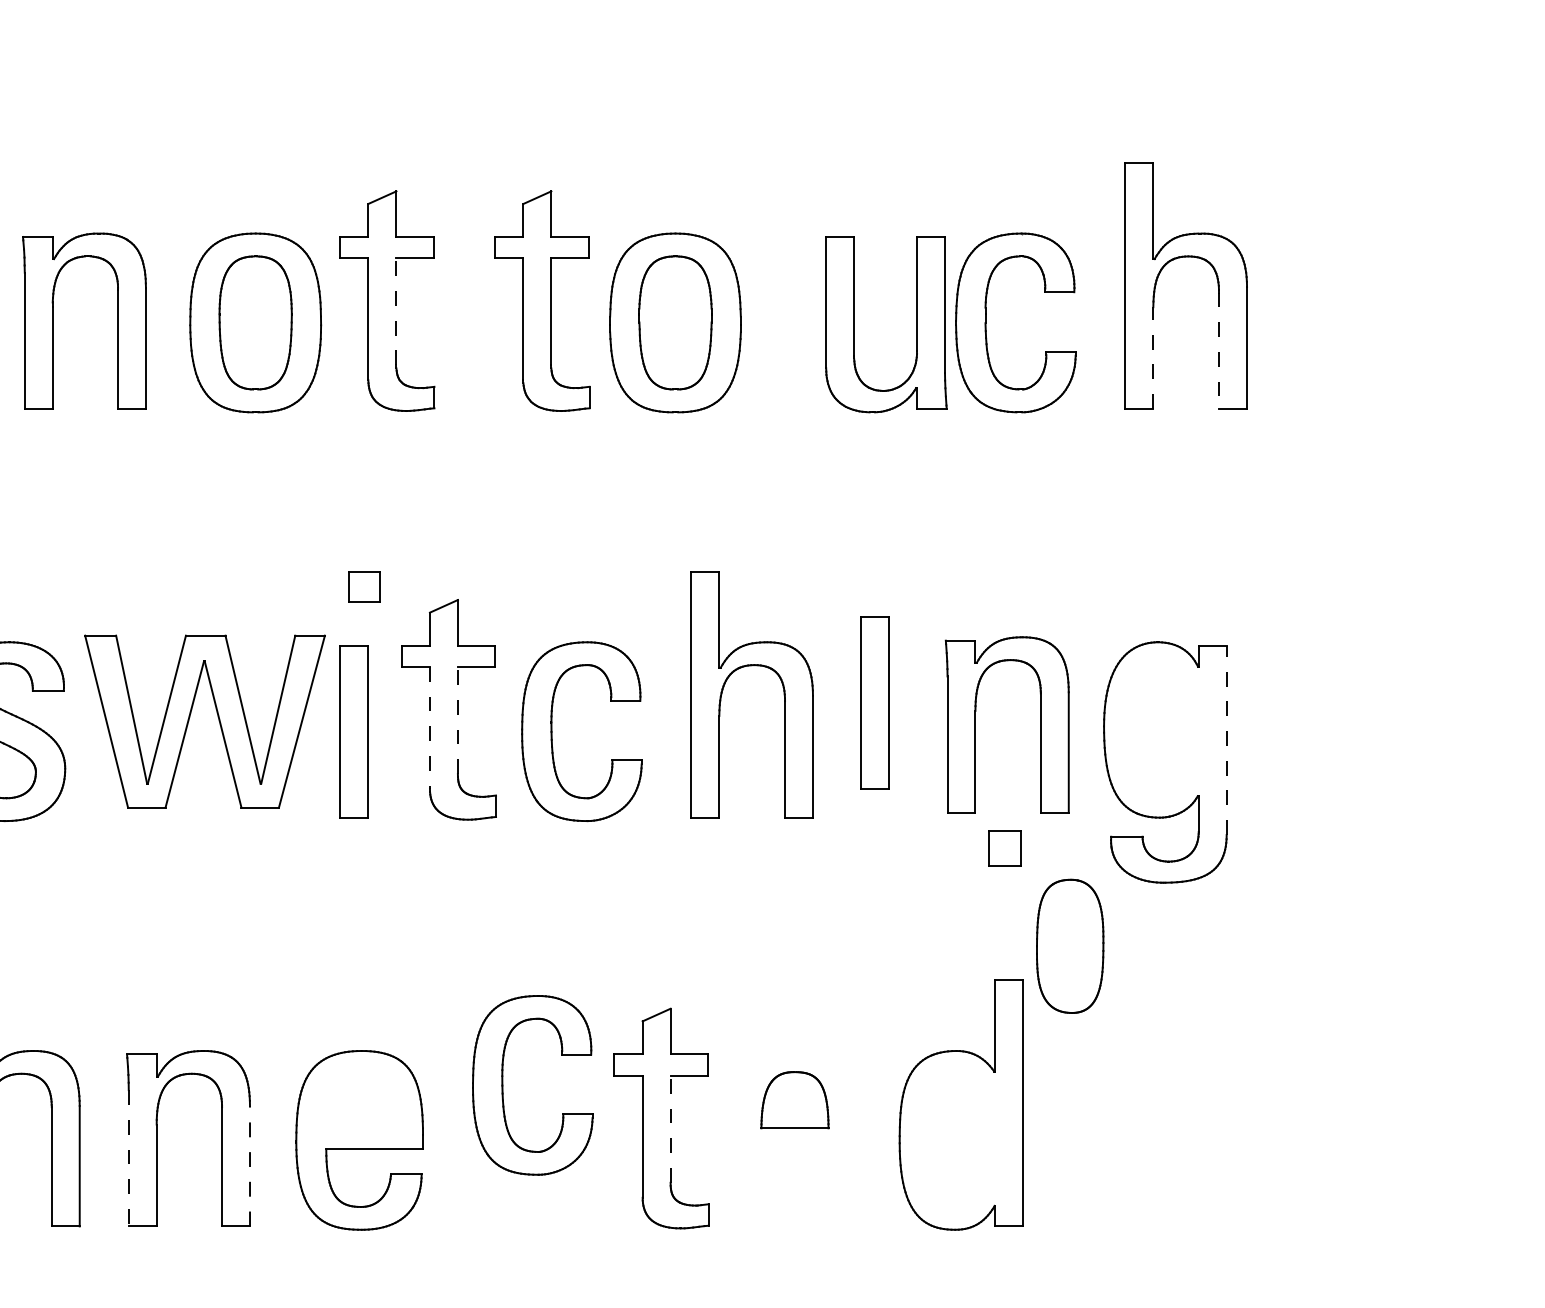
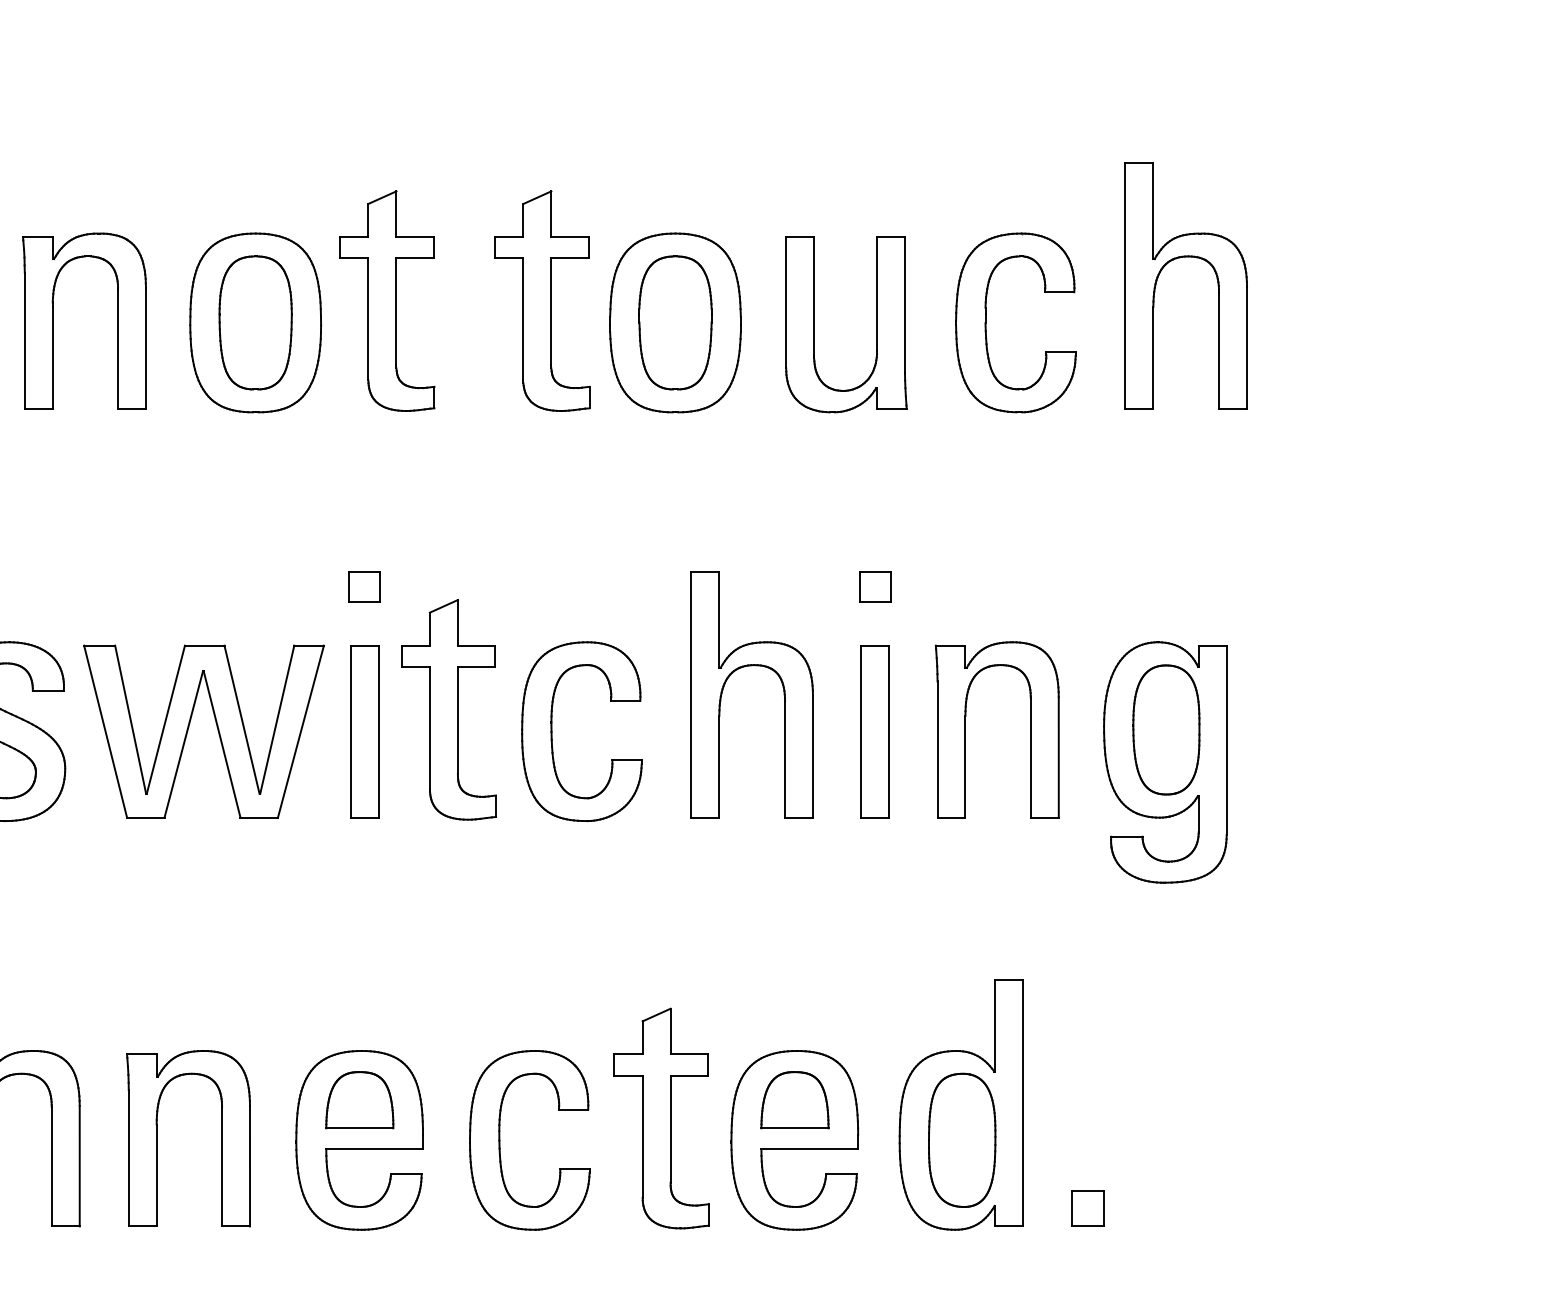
line at (396, 311): dashed -> solid
part at (916, 324) position: (916, 324) -> (876, 324)
line at (1218, 351): dashed -> solid
line at (1153, 358): dashed -> solid
part at (875, 586): none -> present
part at (874, 702) position: (874, 702) -> (874, 731)
part at (217, 717) position: (217, 717) -> (216, 727)
line at (457, 720): dashed -> solid
part at (975, 724) position: (975, 724) -> (965, 729)
line at (429, 728): dashed -> solid
part at (1166, 729): none -> present
part at (353, 731) position: (353, 731) -> (364, 731)
line at (1226, 740): dashed -> solid
part at (1004, 848) position: (1004, 848) -> (1087, 1208)
part at (1070, 945) position: (1070, 945) -> (962, 1139)
part at (503, 1085) position: (503, 1085) -> (500, 1140)
part at (359, 1100): none -> present
line at (670, 1129): dashed -> solid
part at (794, 1140): none -> present
line at (128, 1158): dashed -> solid
line at (250, 1165): dashed -> solid
